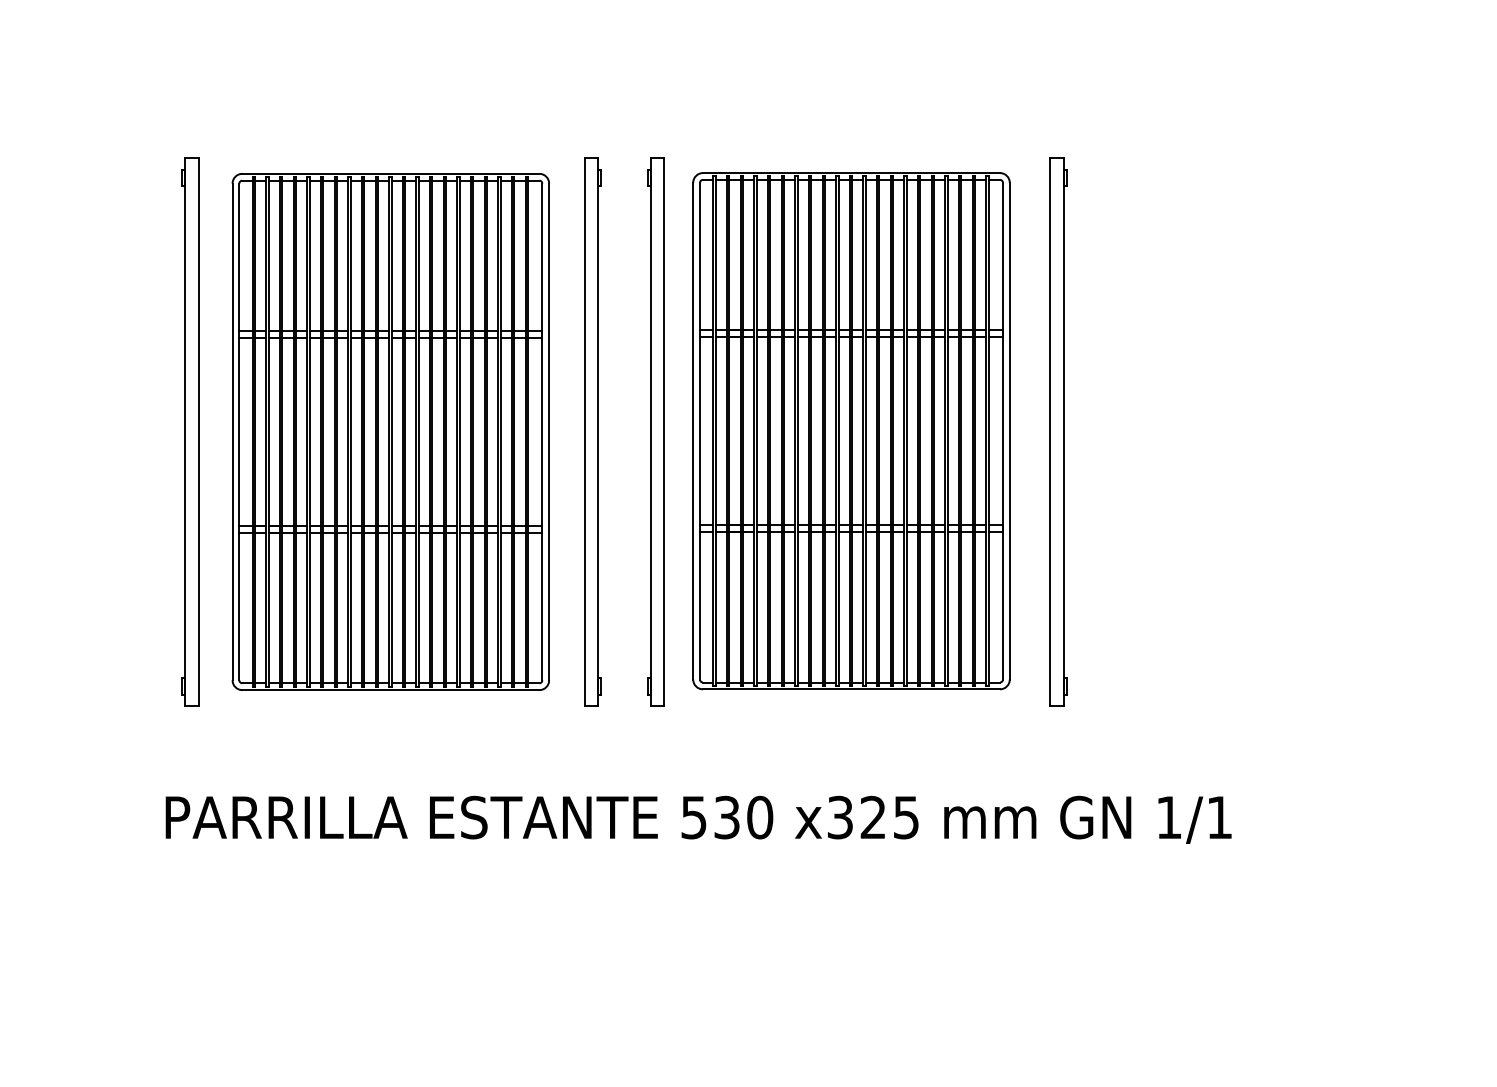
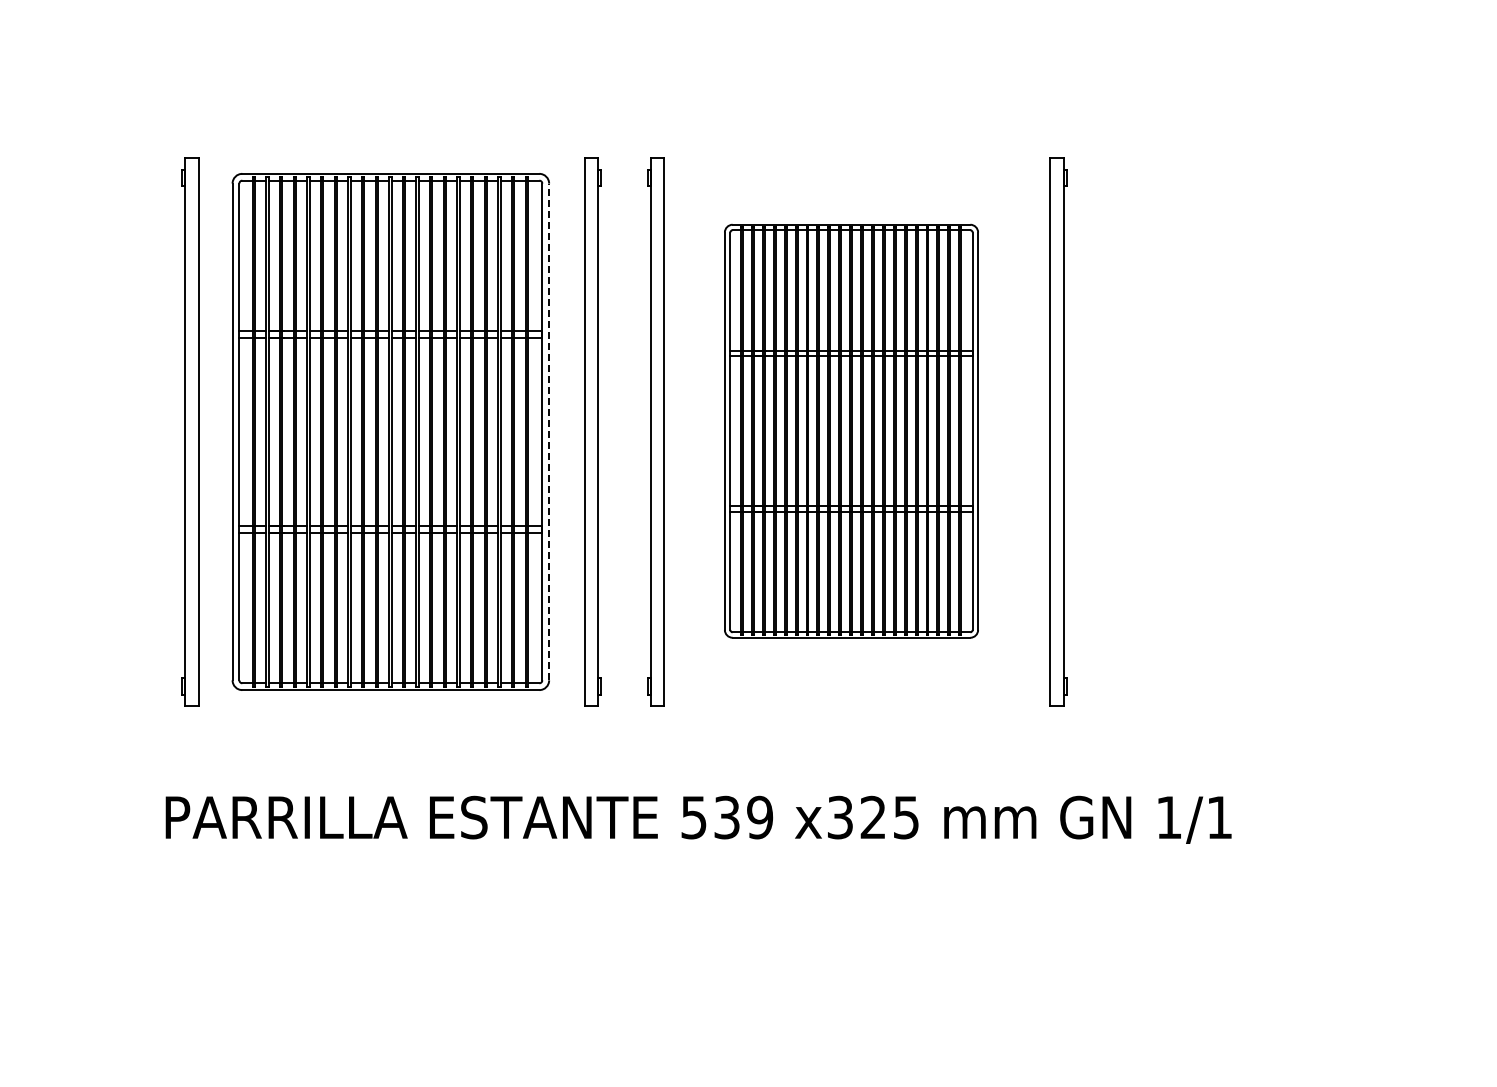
line at (549, 431): solid -> dashed
part at (851, 431) size: 319x519 px -> 255x416 px
text at (760, 817): 530 -> 539
